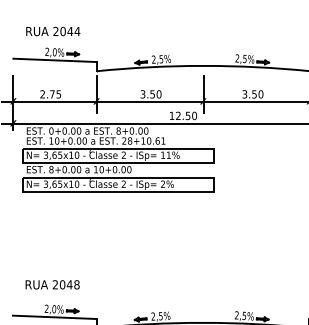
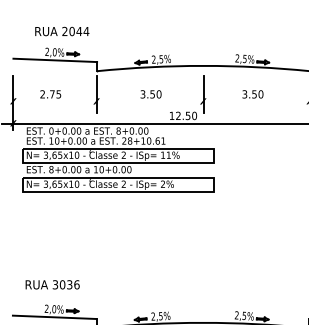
text at (53, 31) position: (53, 31) -> (62, 31)
line at (153, 101): present -> none
text at (65, 284): 2048 -> 3036
